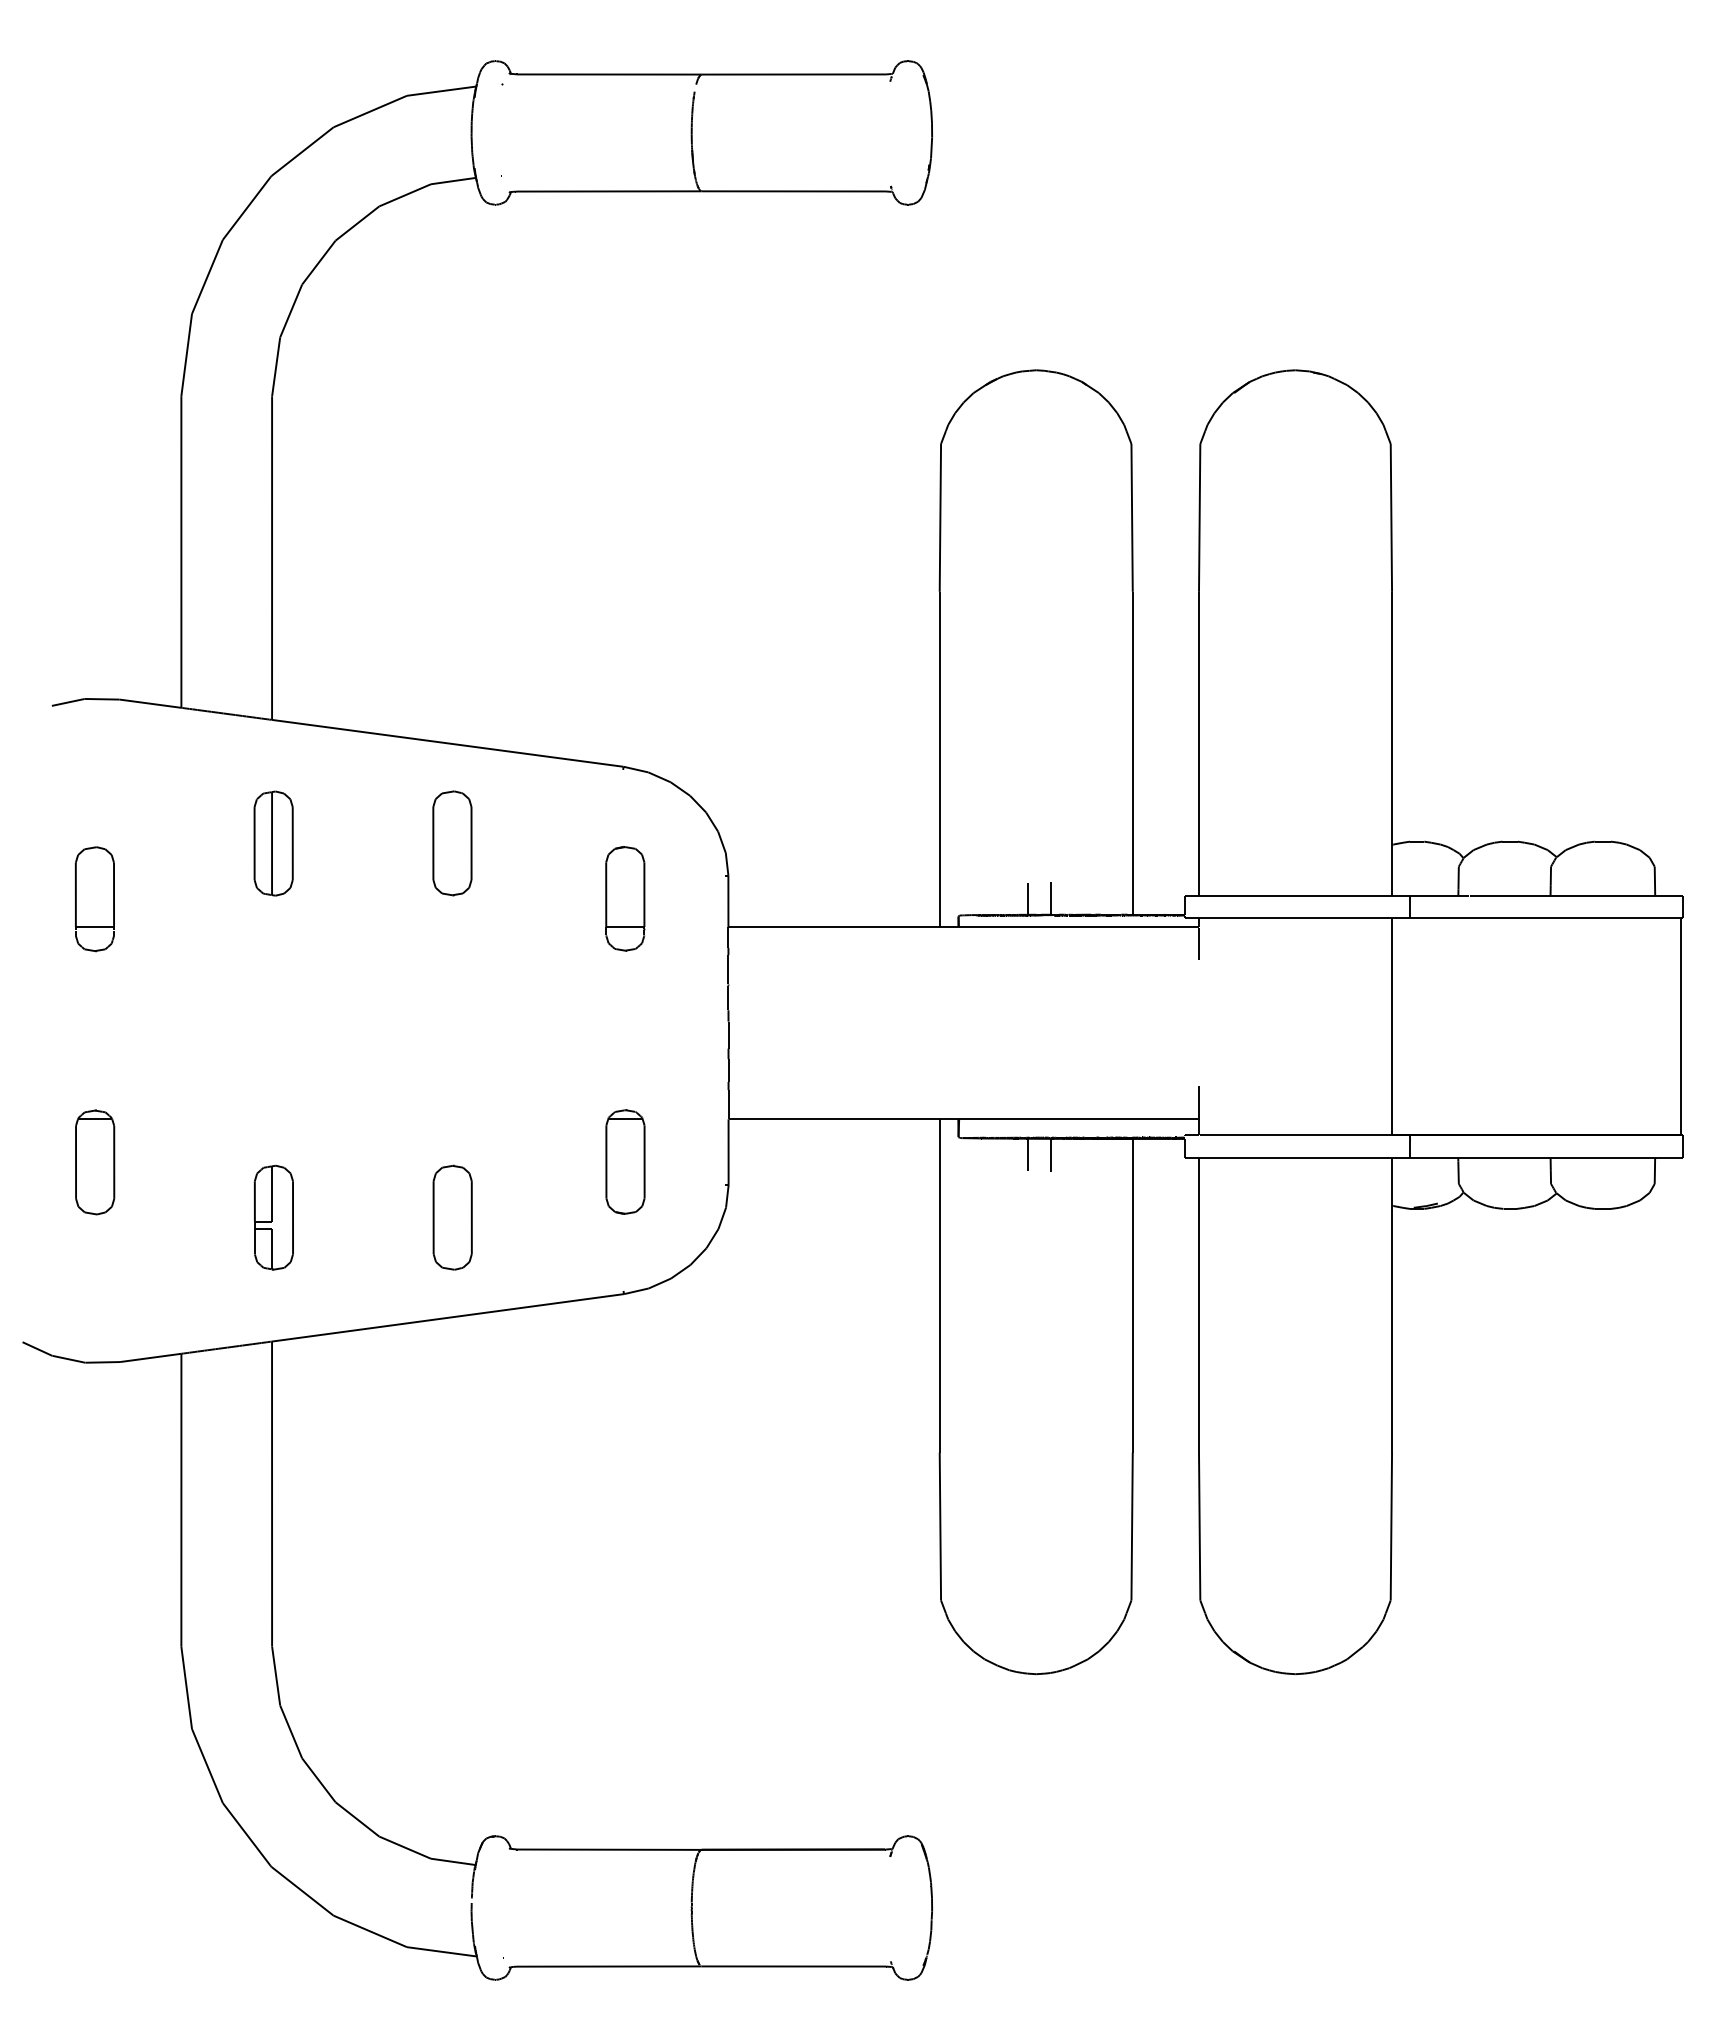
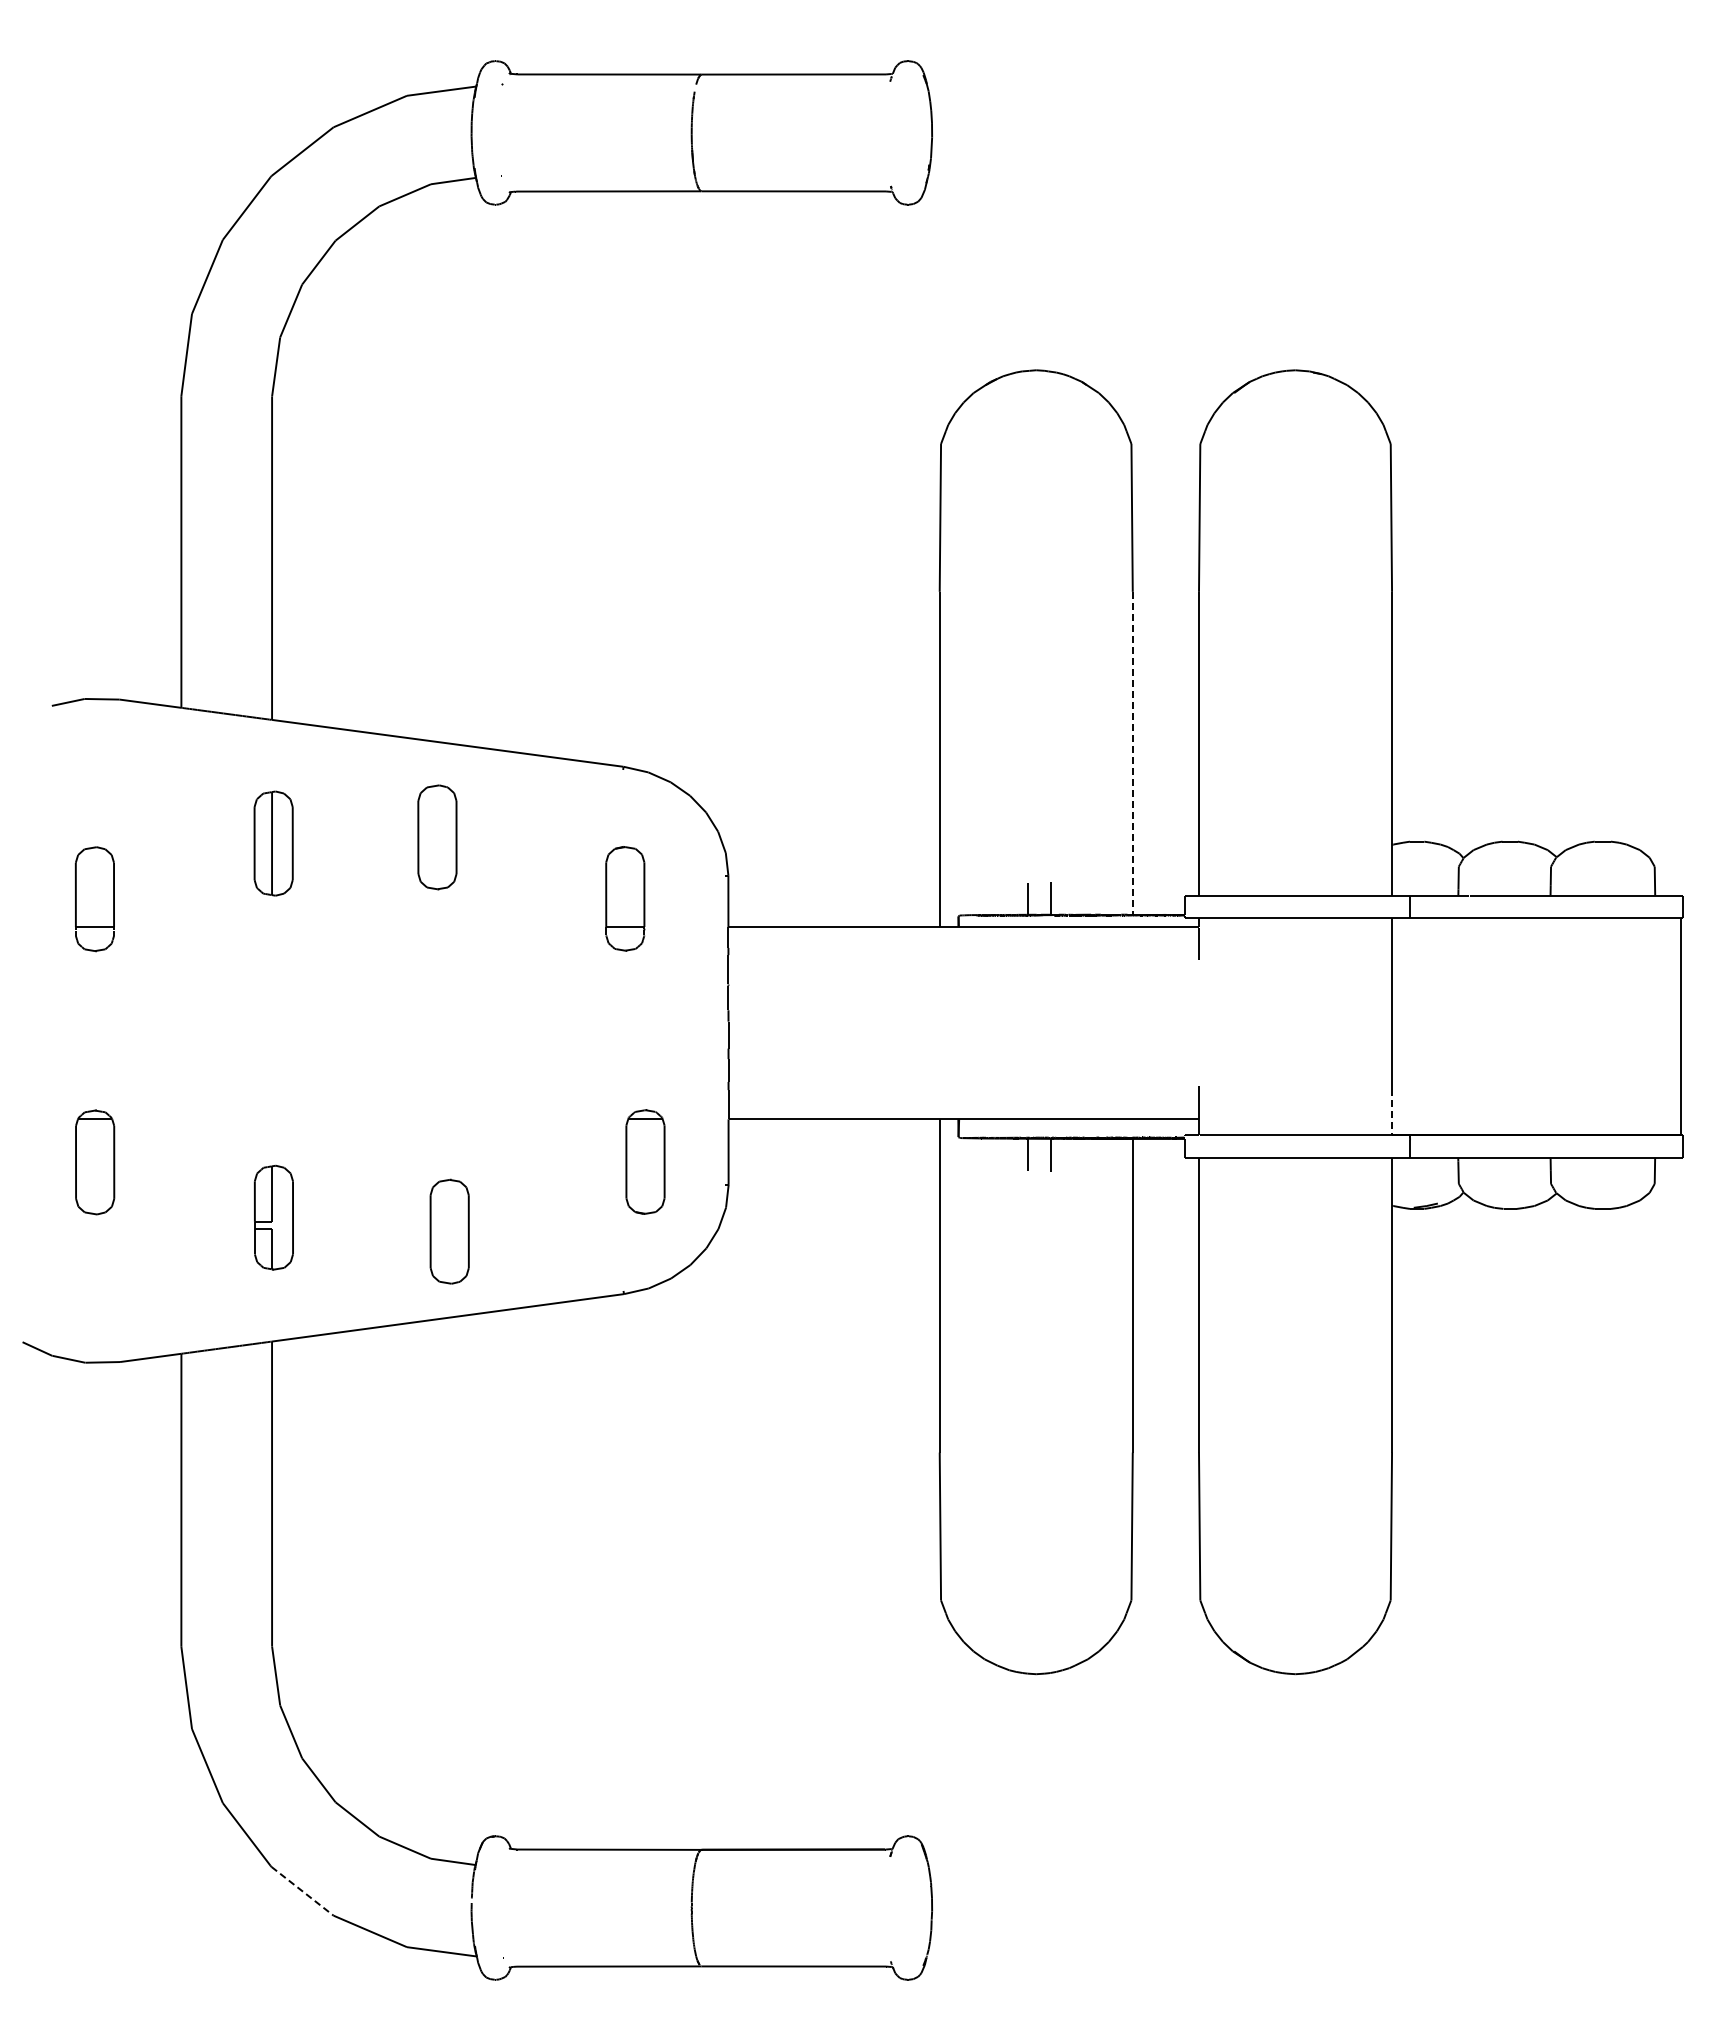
line at (1132, 753): solid -> dashed
part at (452, 843) position: (452, 843) -> (437, 837)
line at (1392, 1112): solid -> dashed
part at (625, 1161) position: (625, 1161) -> (645, 1161)
part at (452, 1217) position: (452, 1217) -> (449, 1231)
line at (302, 1891): solid -> dashed
